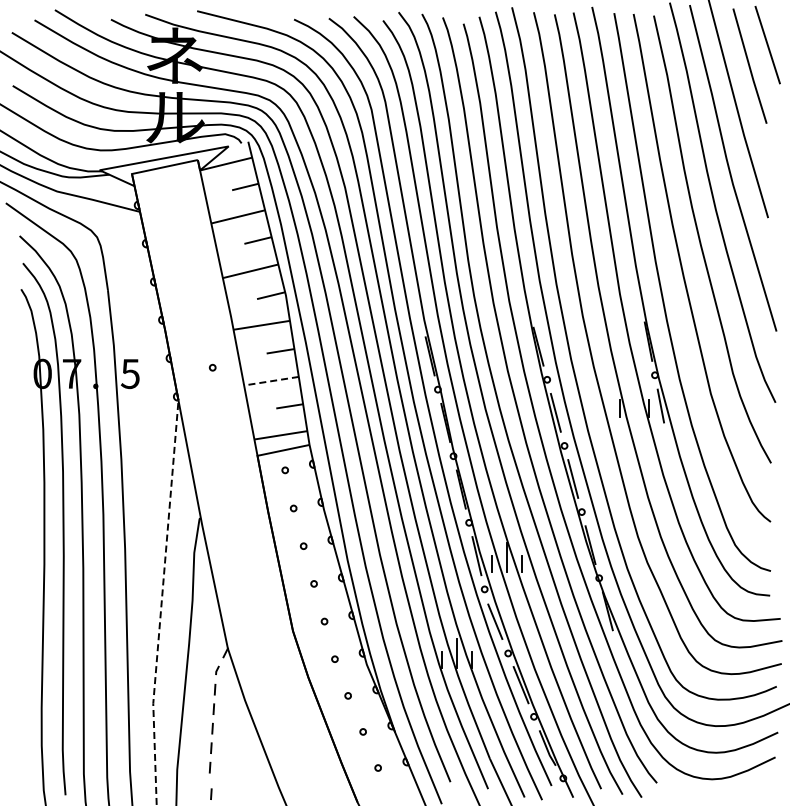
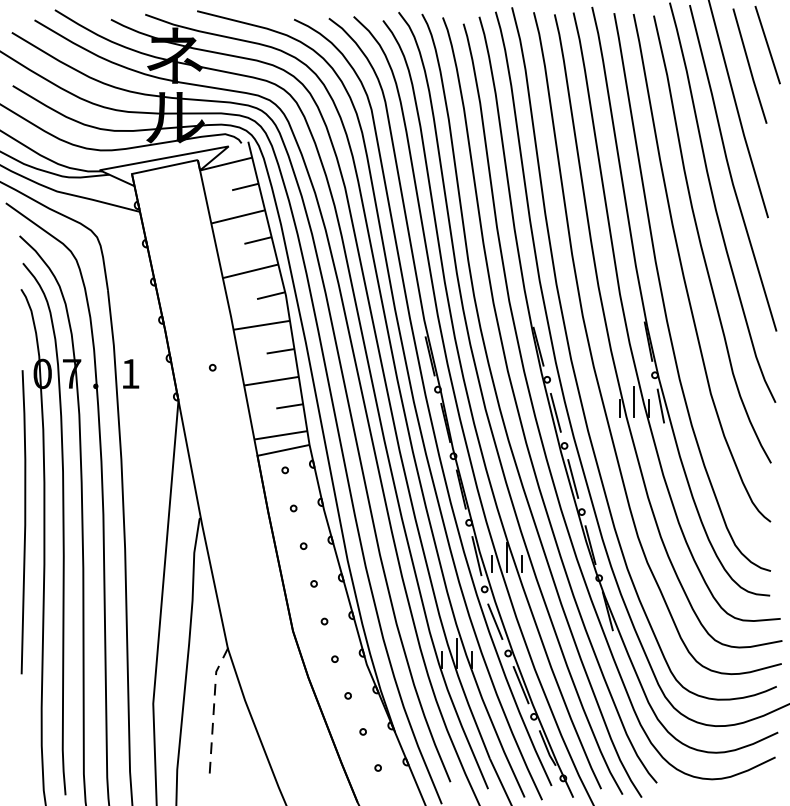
text at (129, 374): 5 -> 1
line at (271, 381): dashed -> solid
line at (634, 401): none -> present
line at (24, 522): none -> present
line at (161, 603): dashed -> solid
line at (211, 793): present -> none
